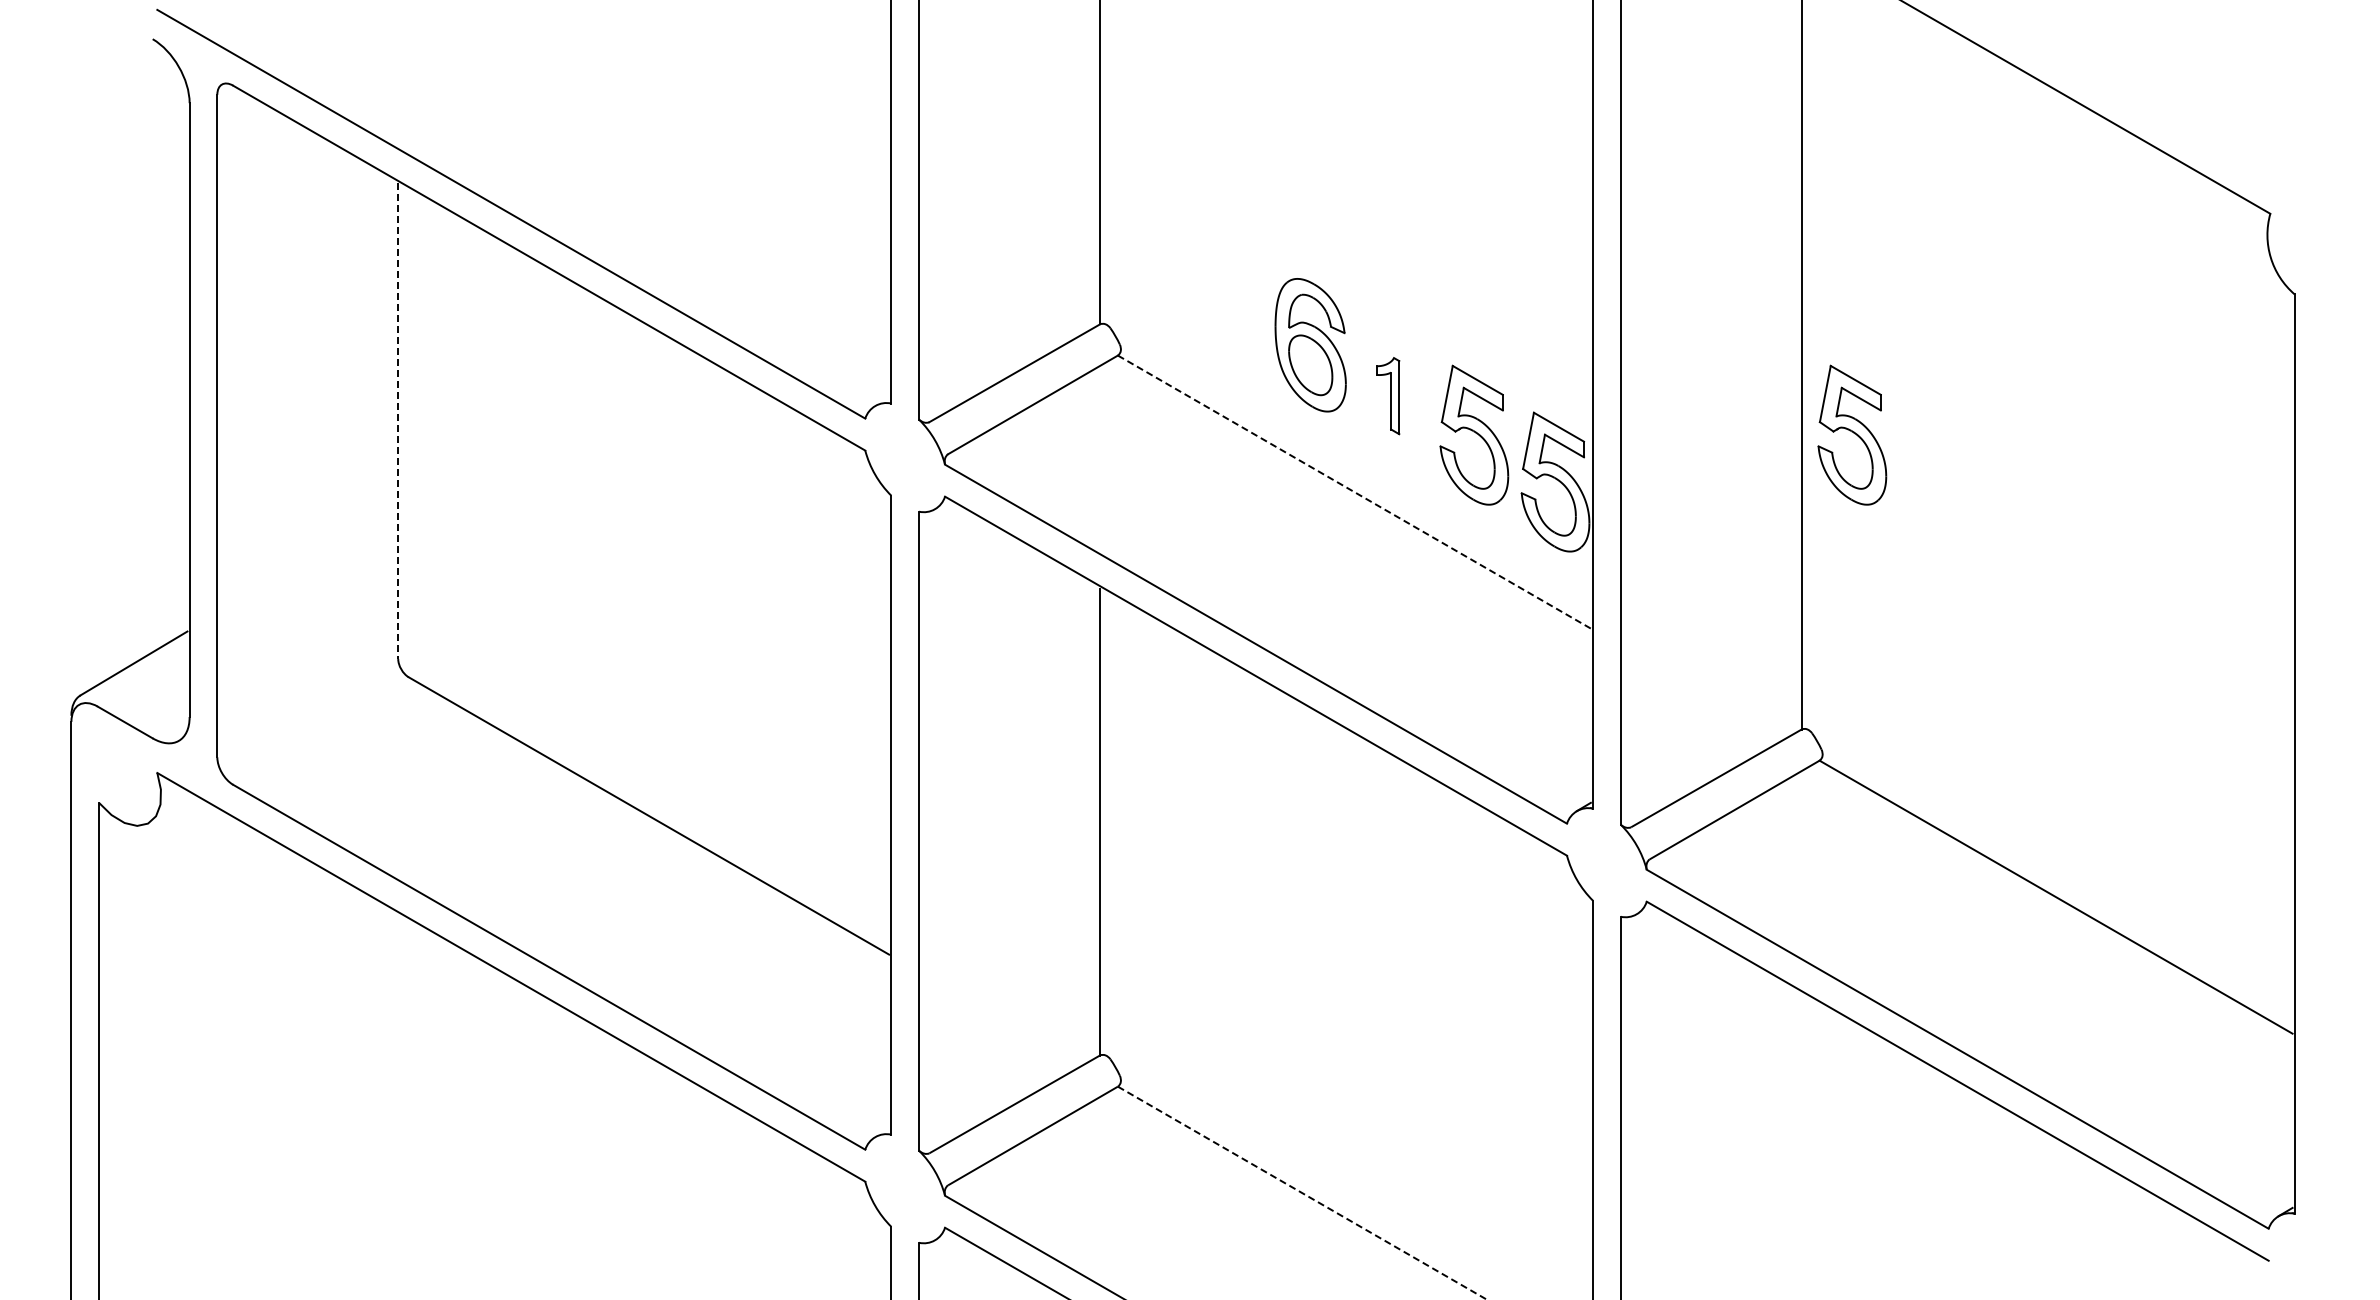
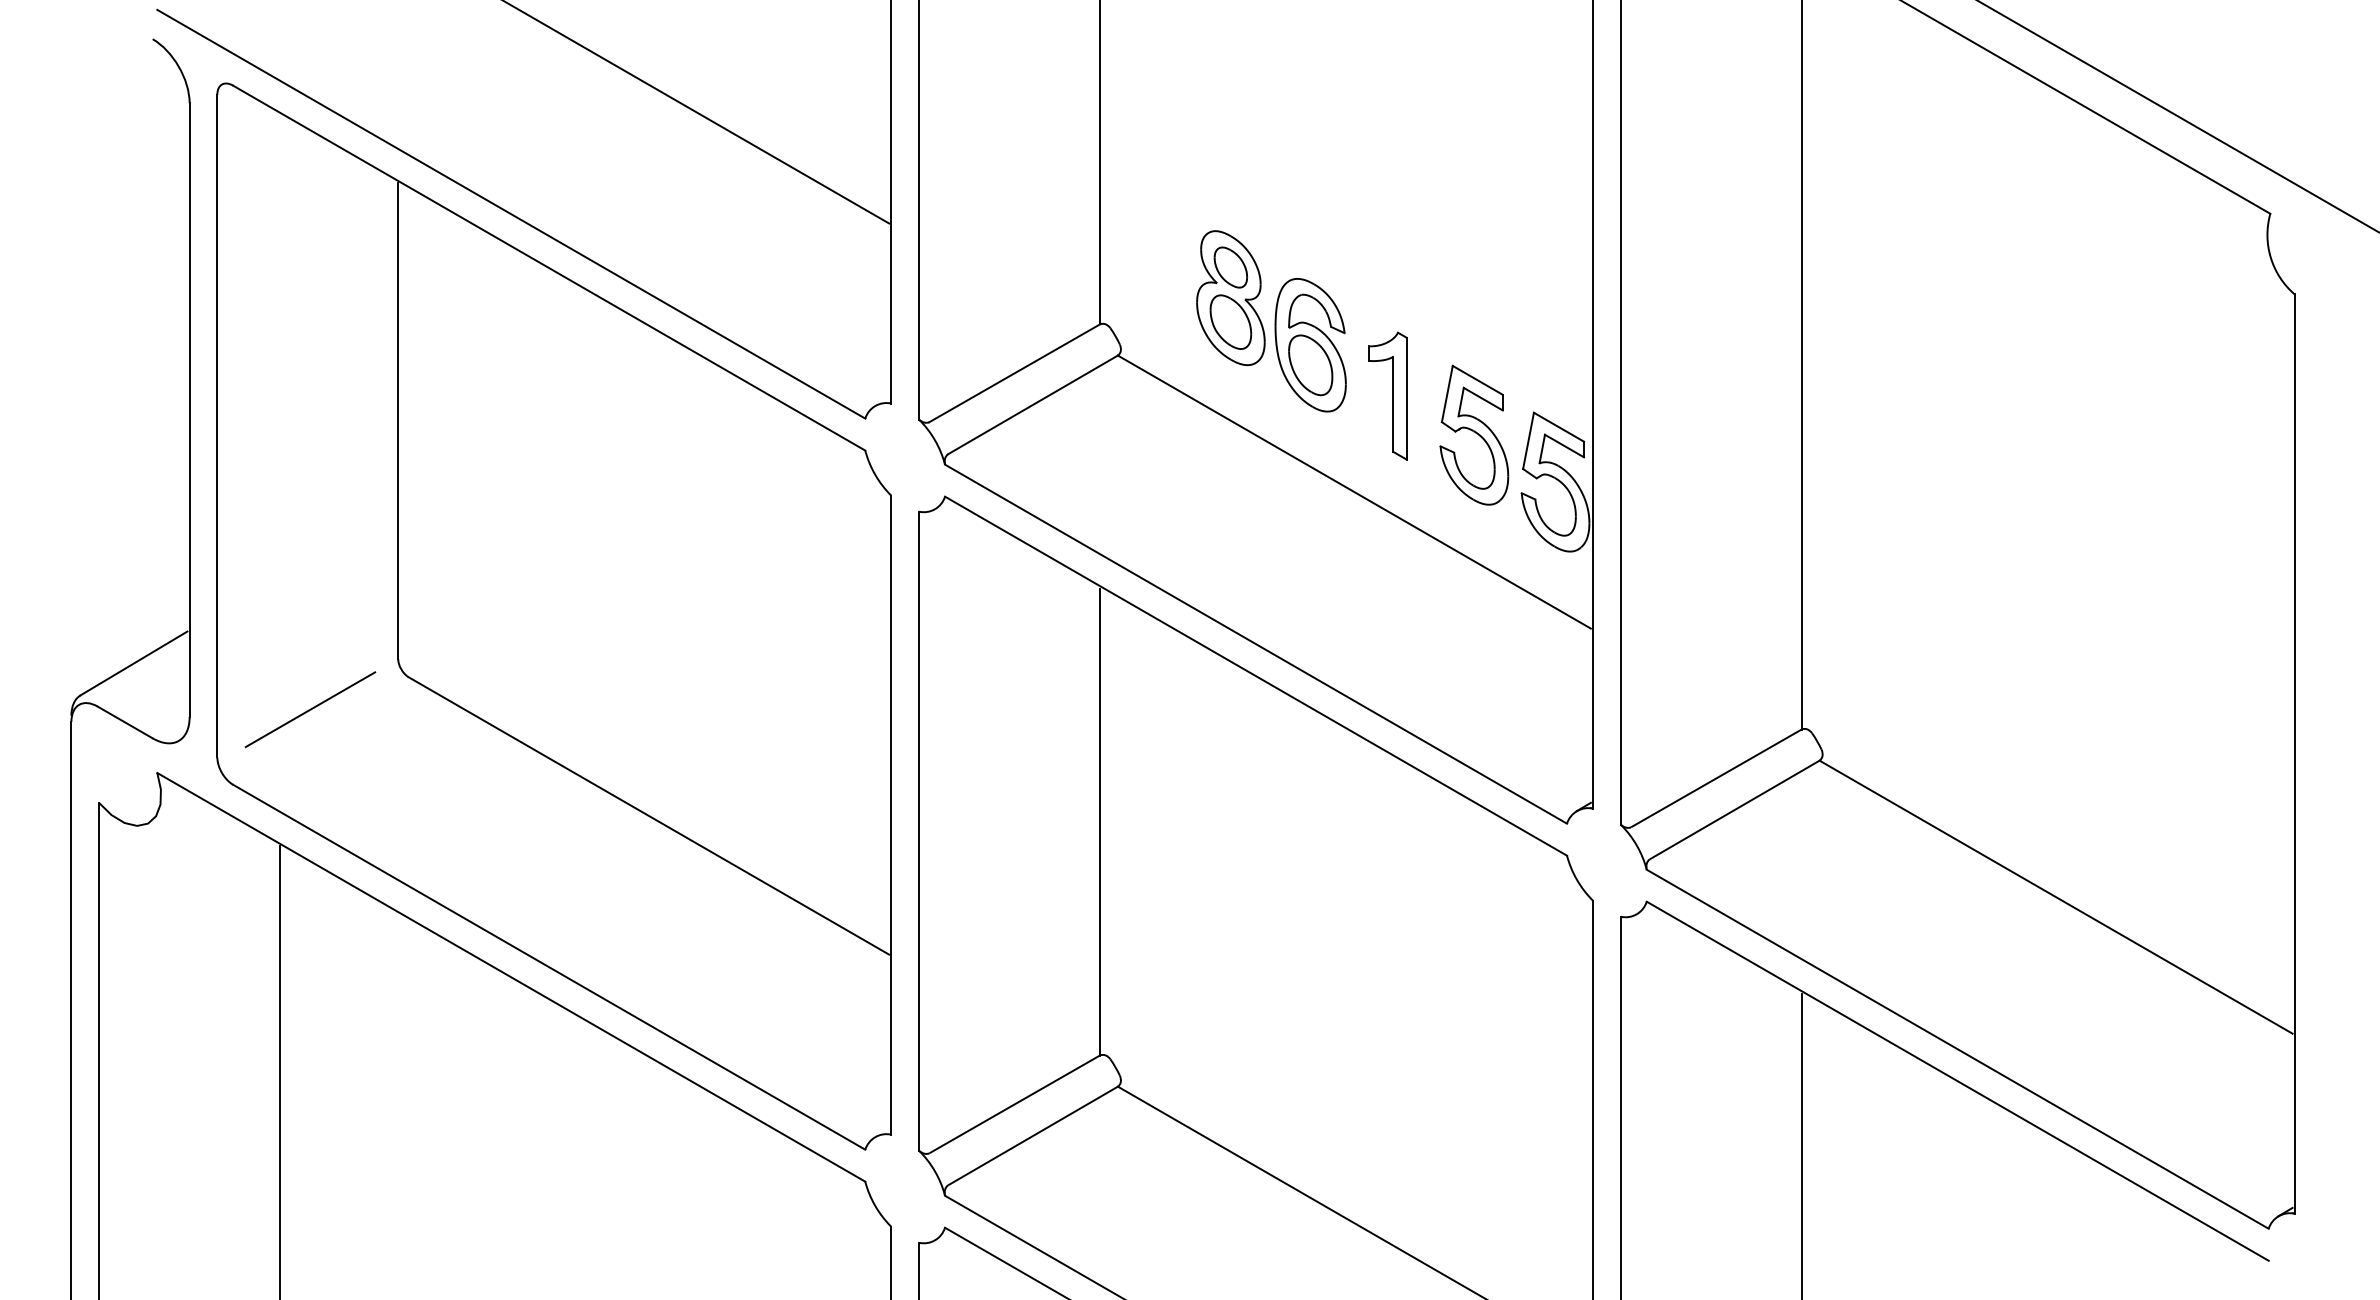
line at (697, 112): none -> present
line at (2178, 116): none -> present
part at (1230, 298): none -> present
part at (1388, 396) size: 25x79 px -> 40x130 px
line at (398, 421): dashed -> solid
part at (1852, 434): present -> none
line at (1354, 492): dashed -> solid
line at (310, 709): none -> present
line at (280, 1071): none -> present
line at (1801, 1144): none -> present
line at (1302, 1193): dashed -> solid
